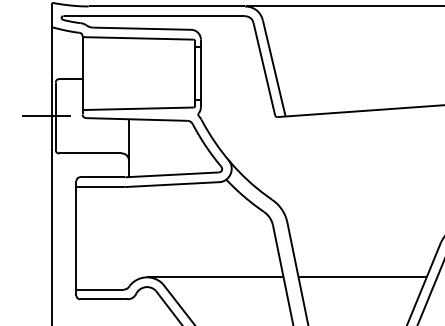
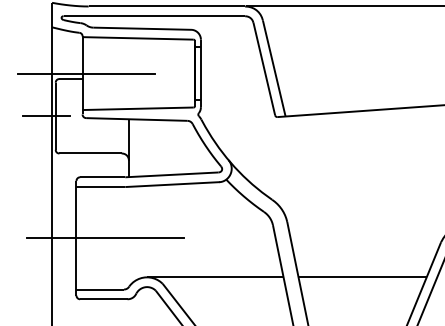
line at (86, 73): none -> present
line at (104, 238): none -> present
